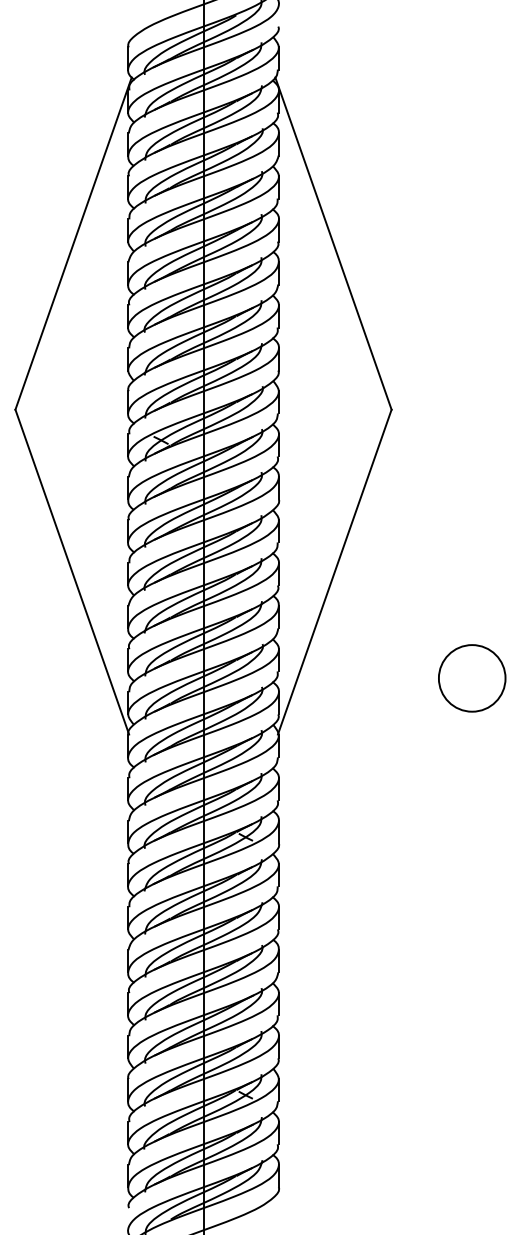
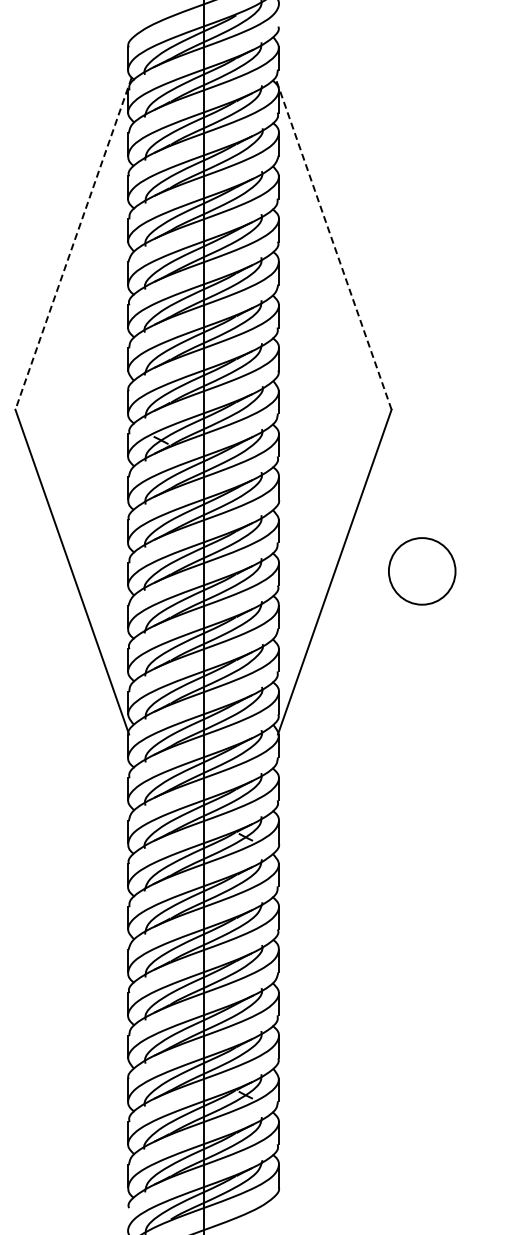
line at (73, 243): solid -> dashed
line at (333, 243): solid -> dashed
circle at (472, 678) position: (472, 678) -> (422, 571)
